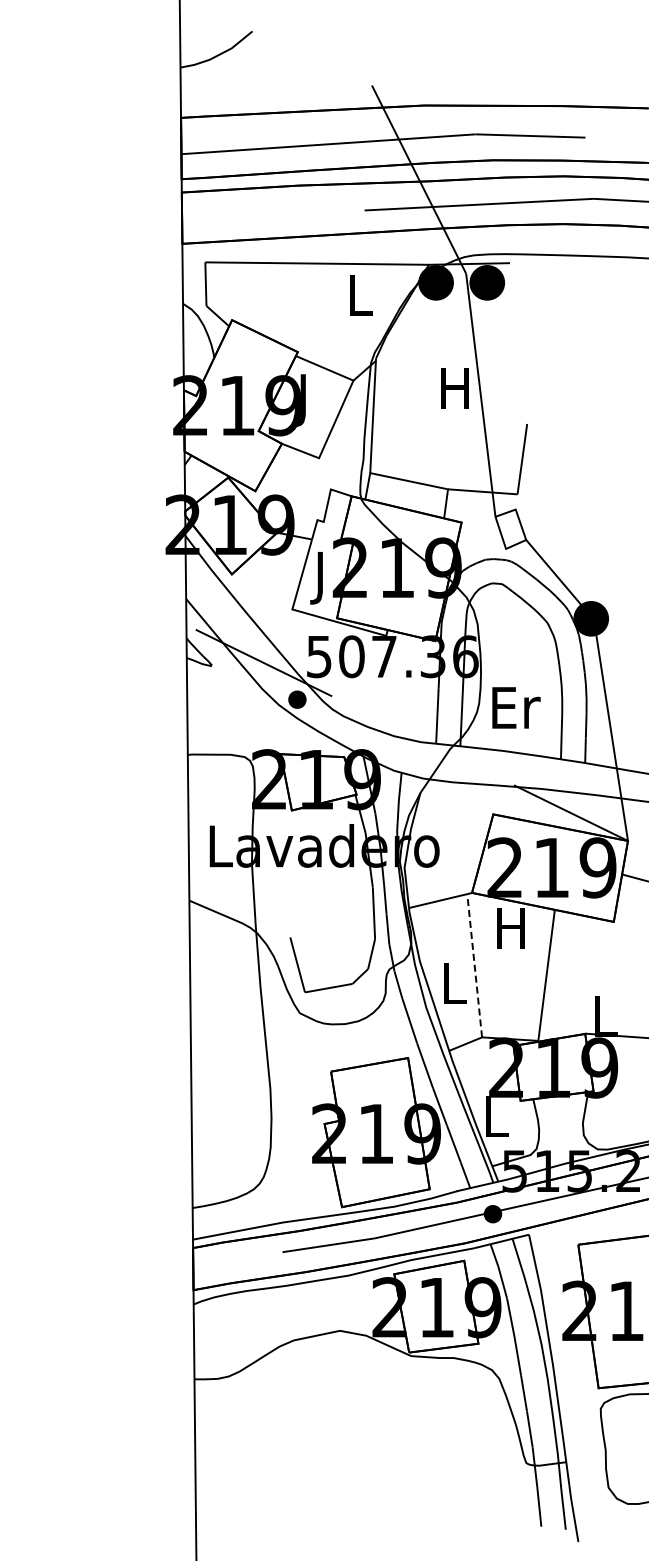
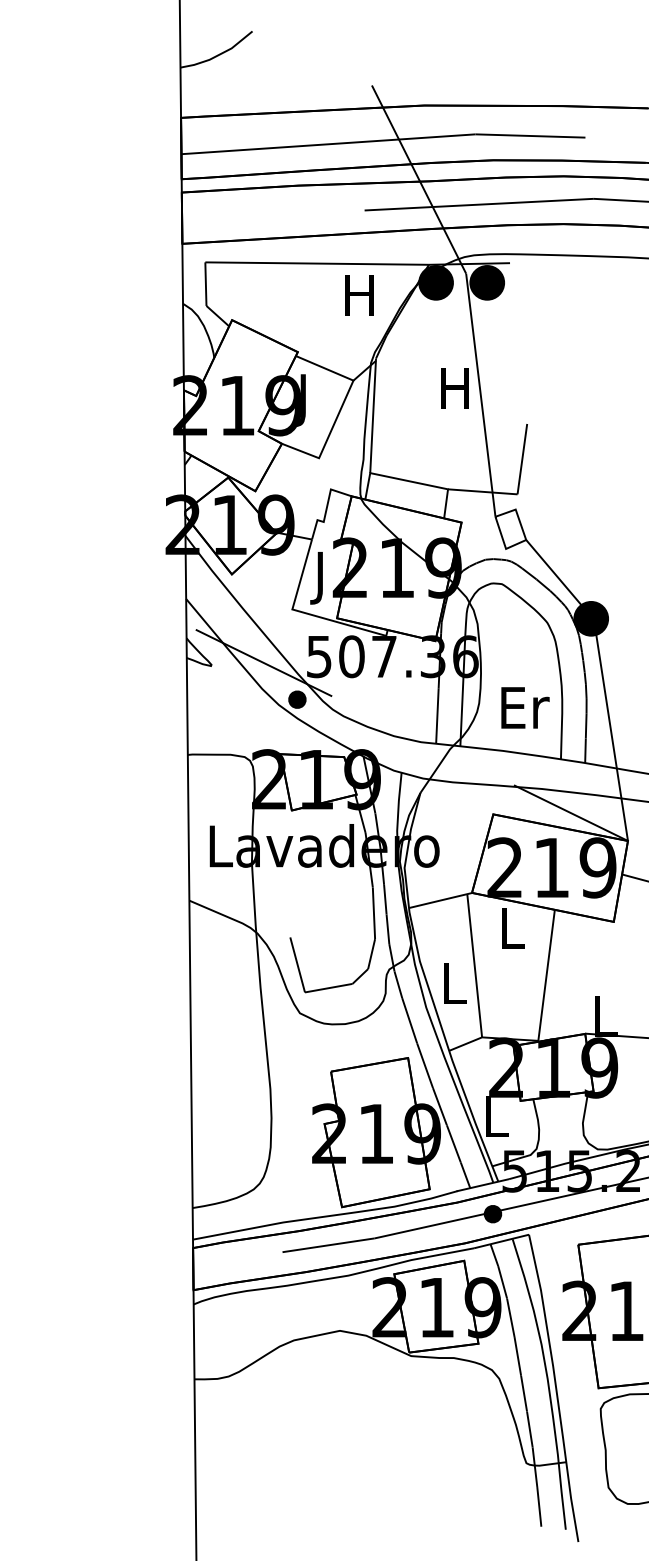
text at (359, 295): L -> H
text at (516, 707) position: (516, 707) -> (525, 707)
text at (510, 928): H -> L
line at (474, 965): dashed -> solid
